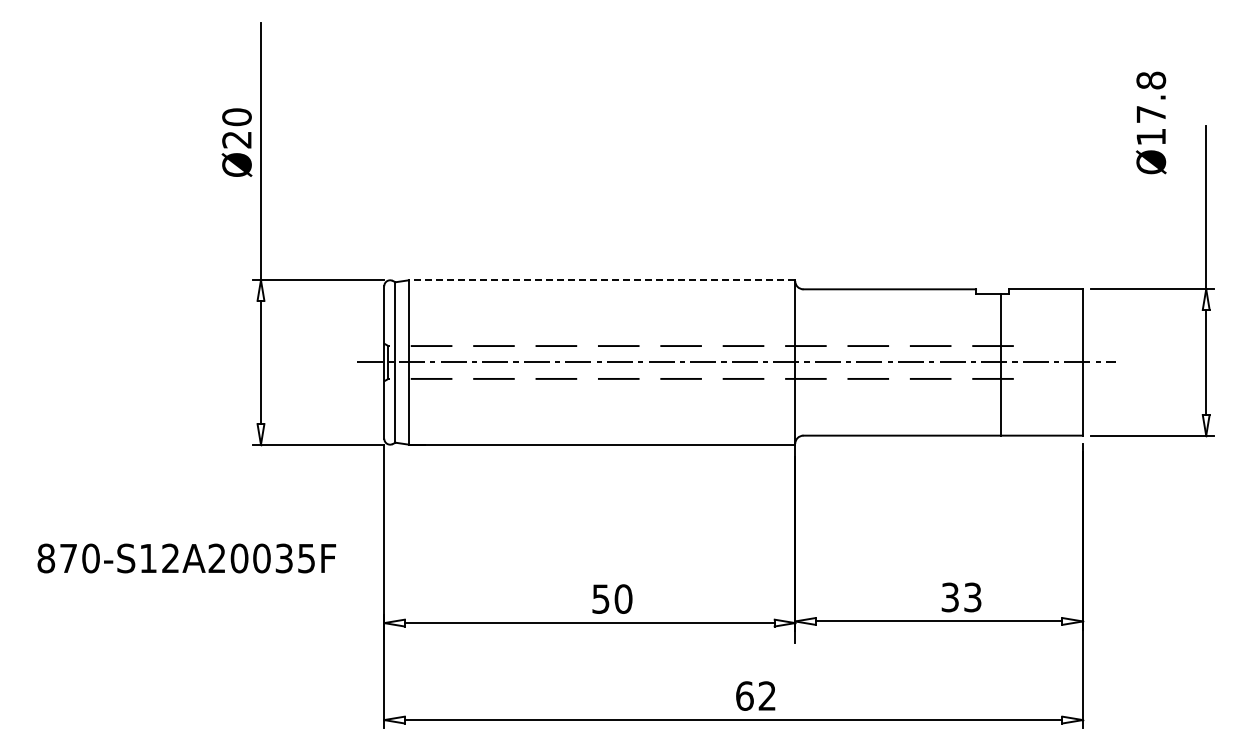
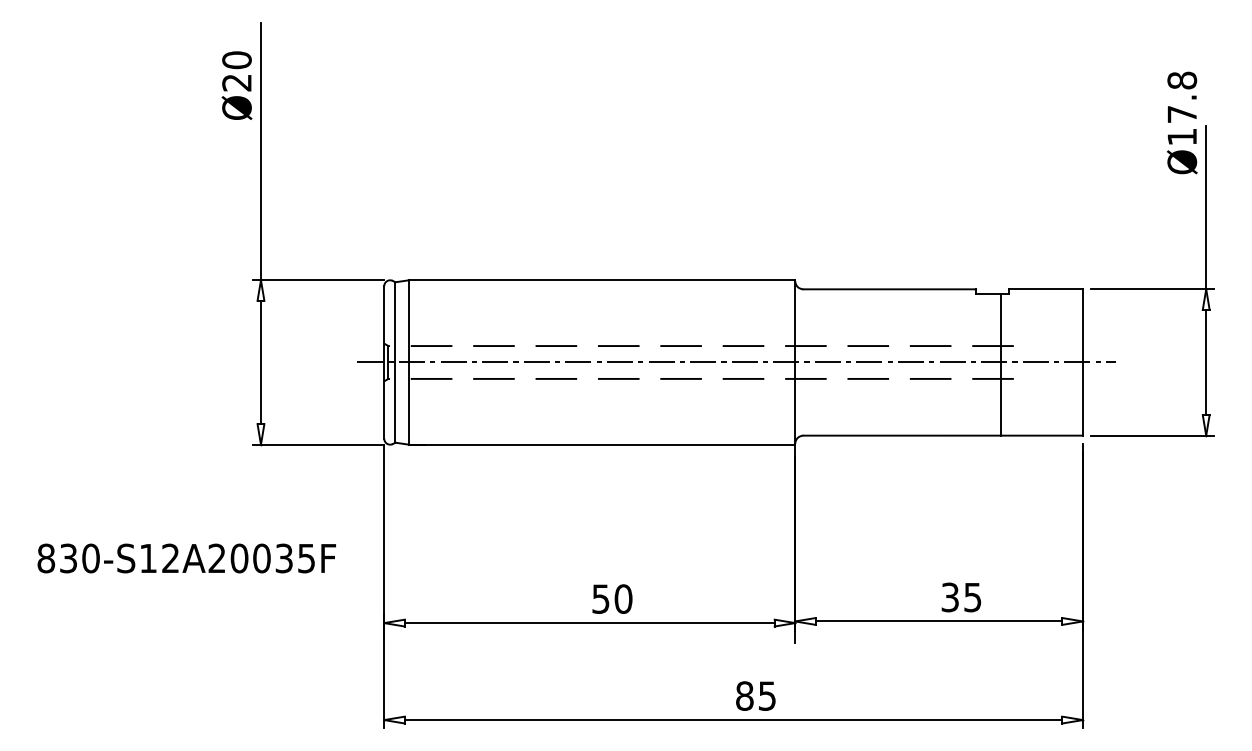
text at (1151, 122) position: (1151, 122) -> (1182, 122)
text at (236, 142) position: (236, 142) -> (236, 85)
line at (601, 280): dashed -> solid
text at (68, 558): 870-S12A20035F -> 830-S12A20035F
text at (972, 596): 33 -> 35
text at (755, 695): 62 -> 85
